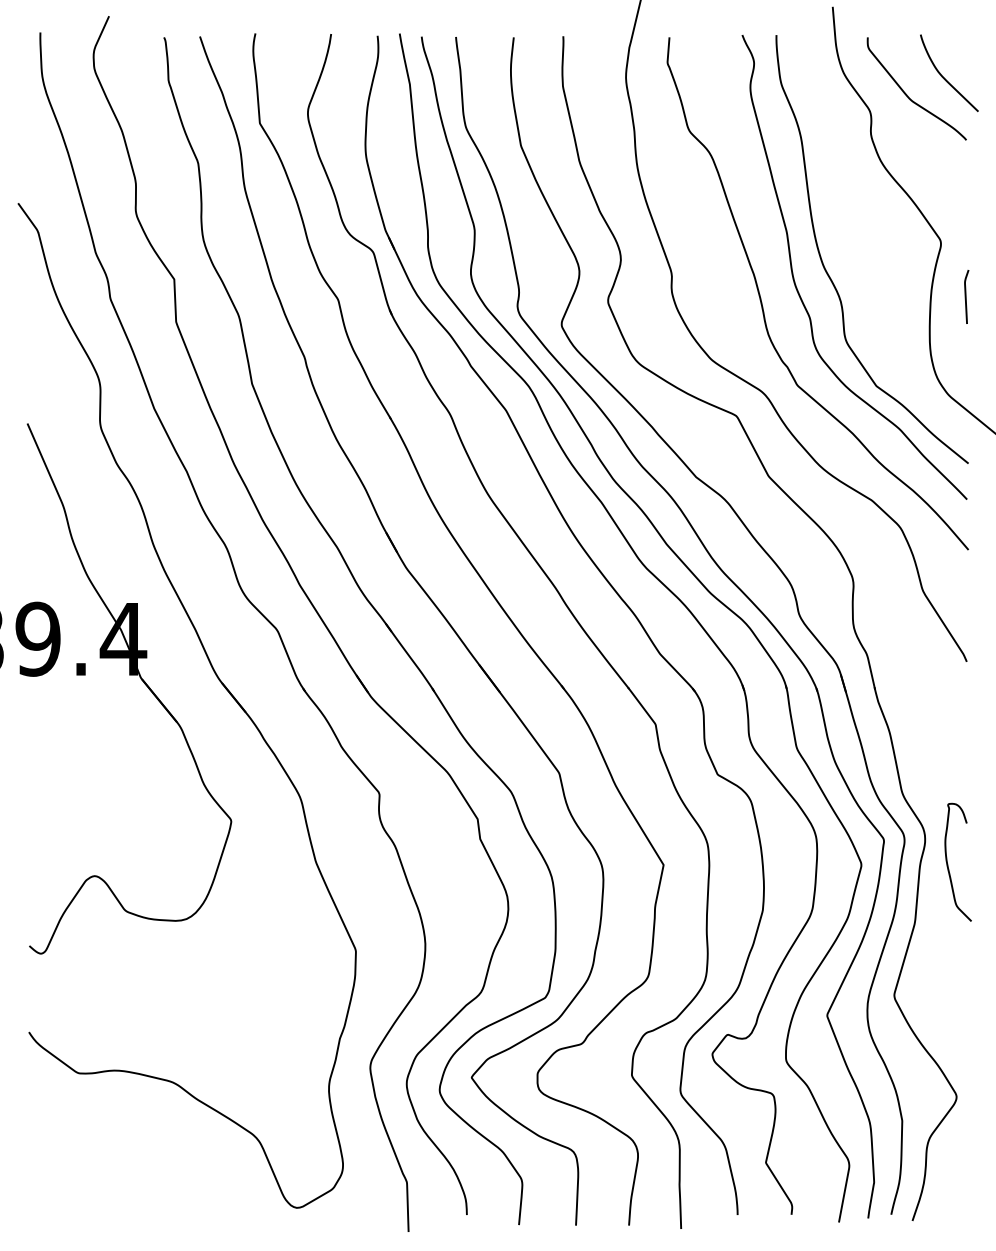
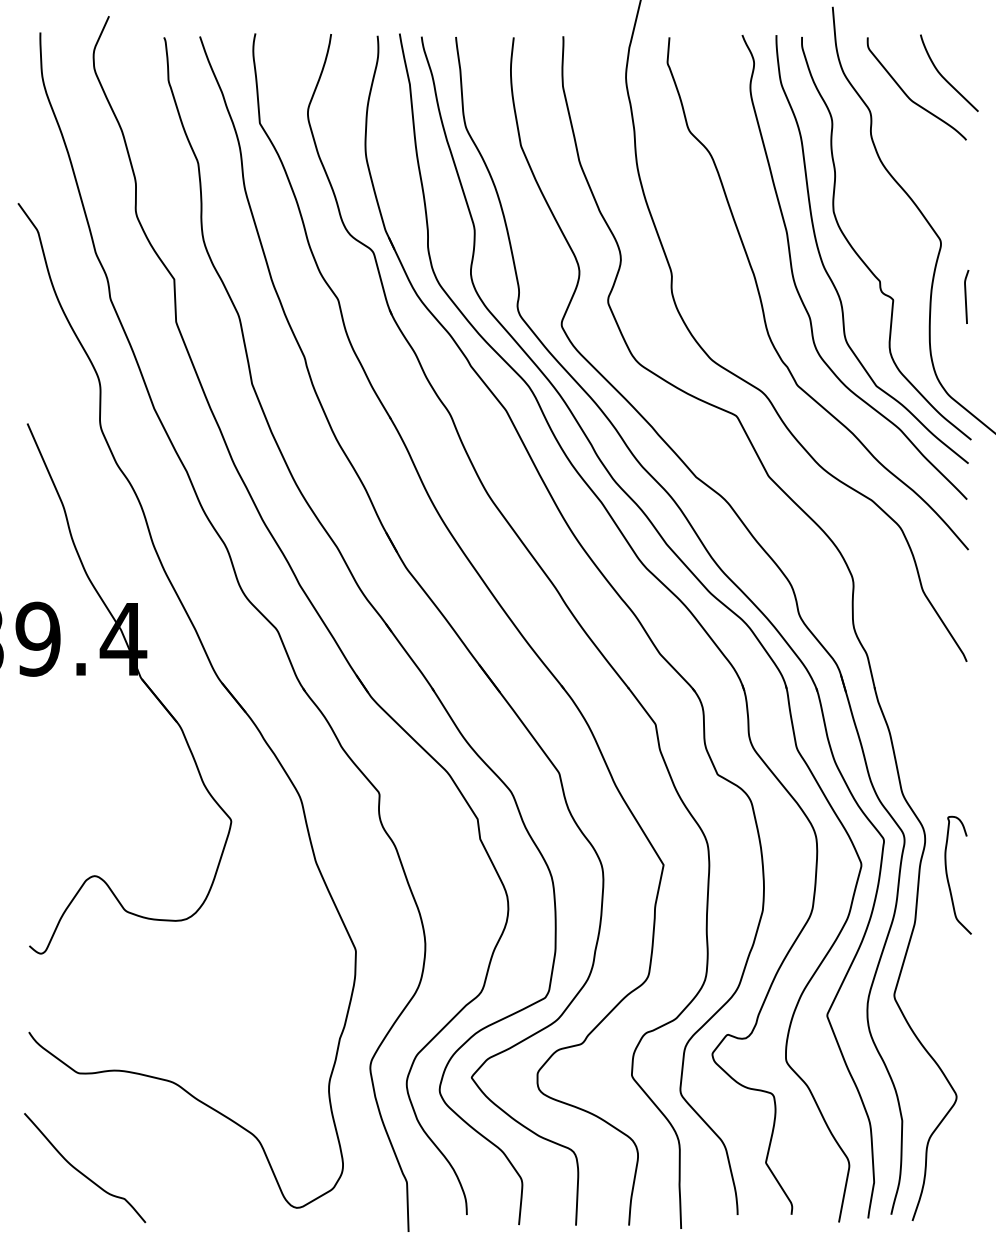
curve at (860, 256): none -> present
curve at (948, 864) position: (948, 864) -> (948, 877)
curve at (82, 1172): none -> present
